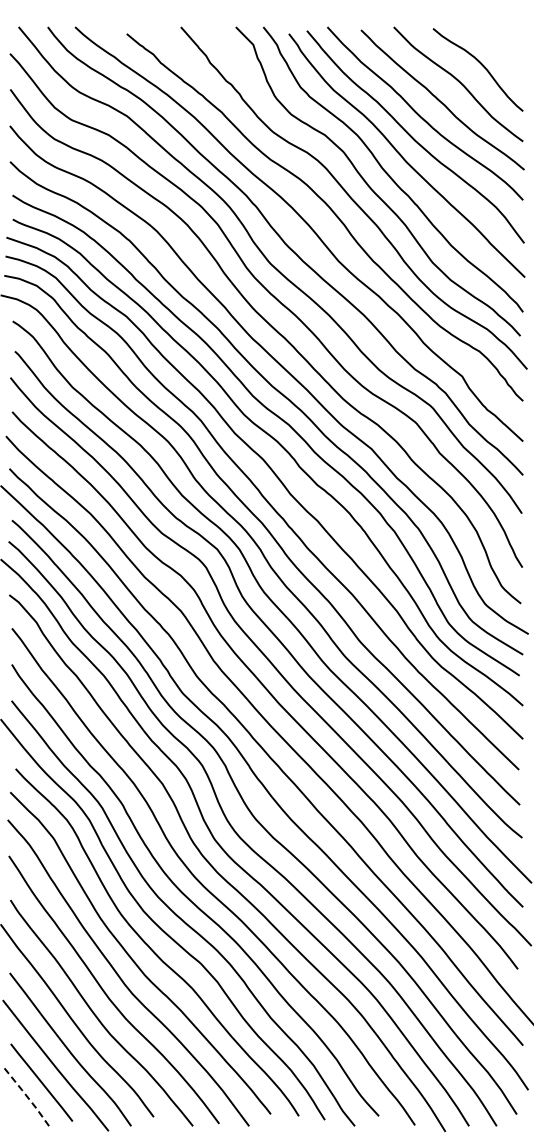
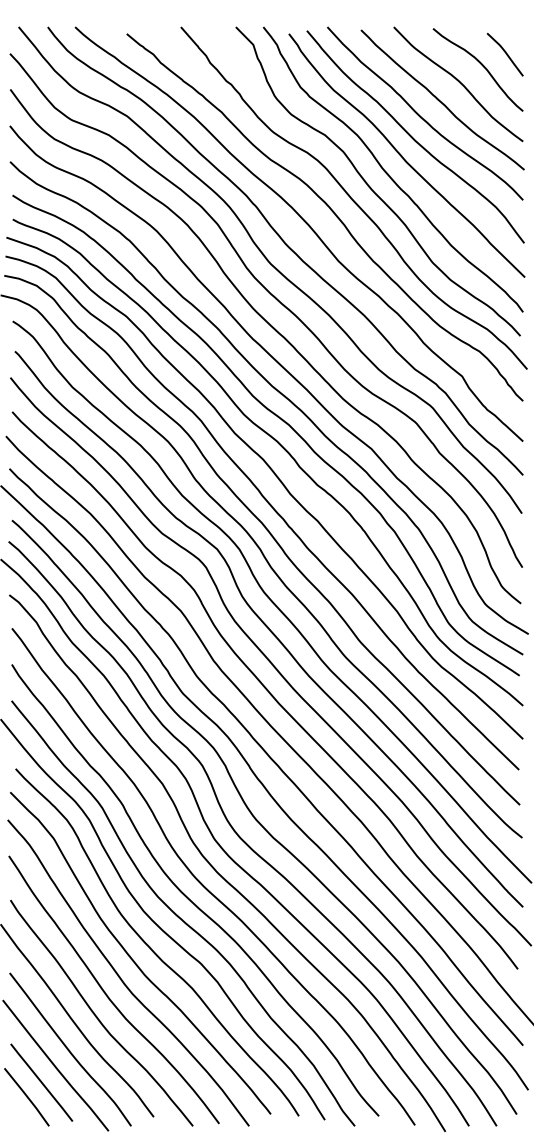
curve at (505, 53): none -> present
line at (27, 1097): dashed -> solid
